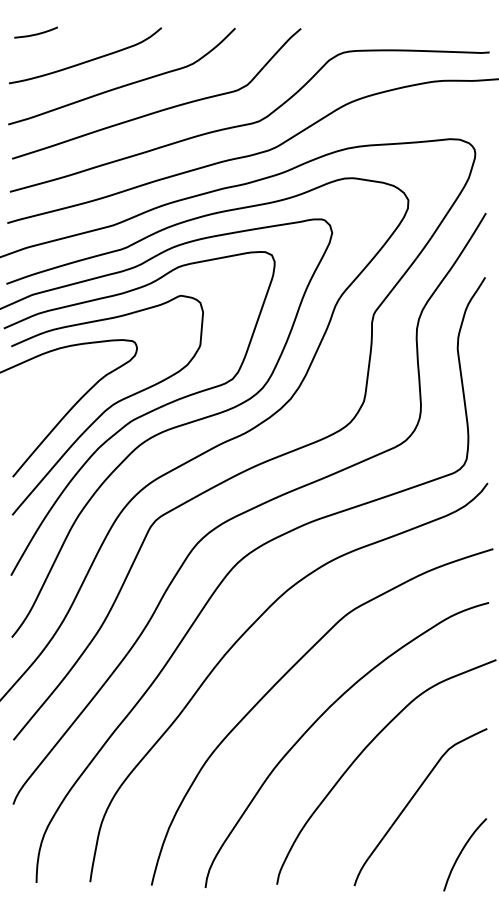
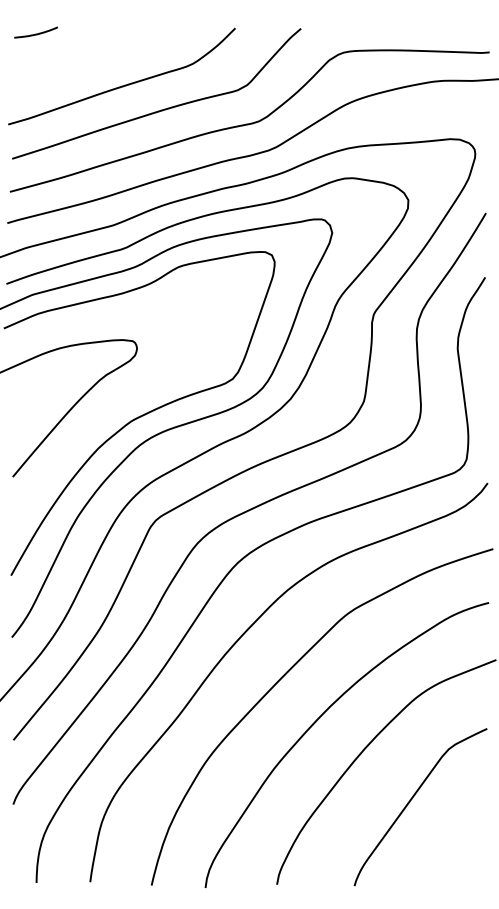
curve at (87, 60): present -> none
curve at (109, 406): present -> none
curve at (461, 853): present -> none
